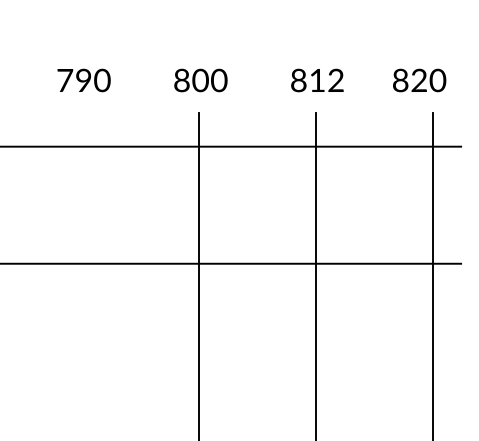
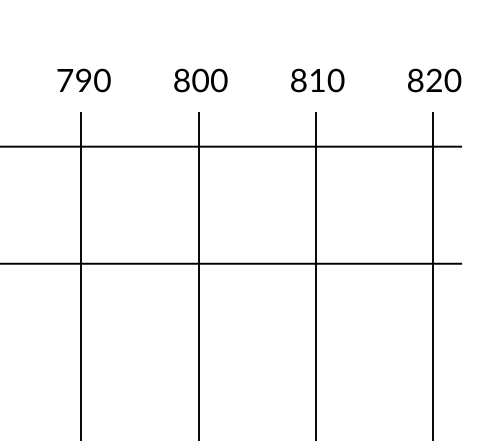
text at (335, 80): 812 -> 810
text at (419, 80) position: (419, 80) -> (434, 80)
line at (81, 275): none -> present
